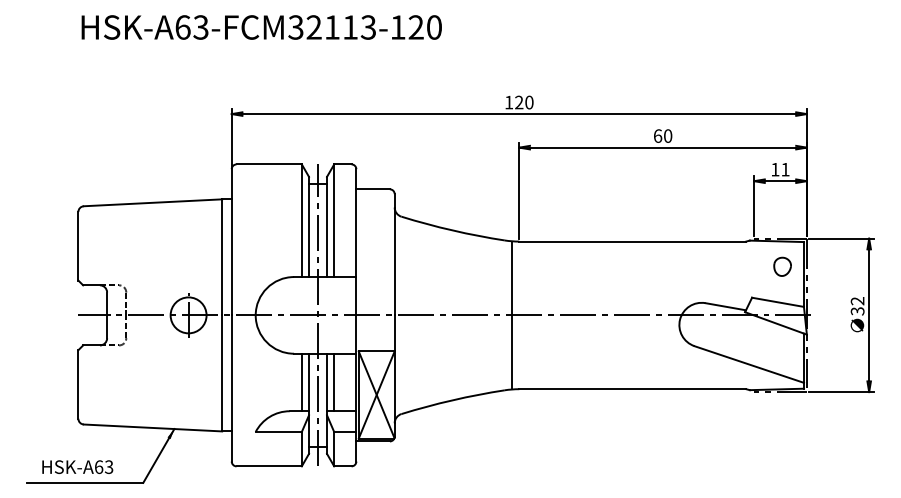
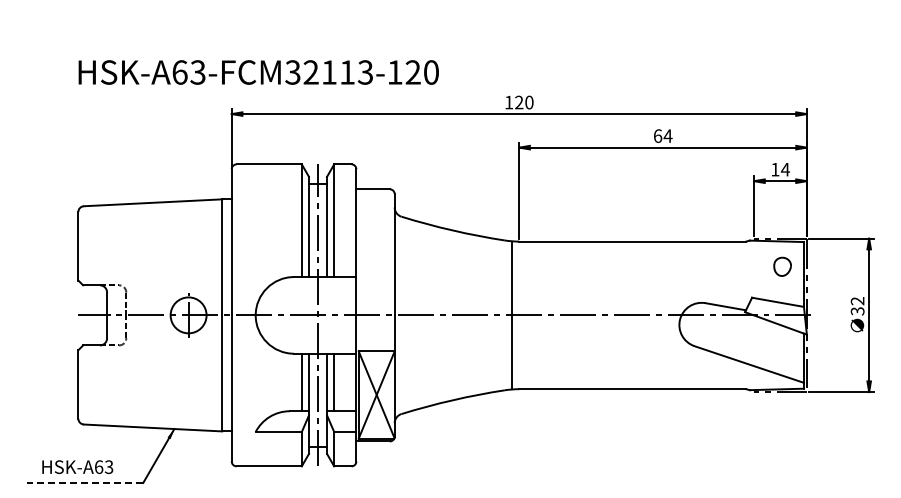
text at (261, 27) position: (261, 27) -> (258, 72)
text at (667, 135): 60 -> 64
text at (785, 169): 11 -> 14
line at (84, 482): solid -> dashed
